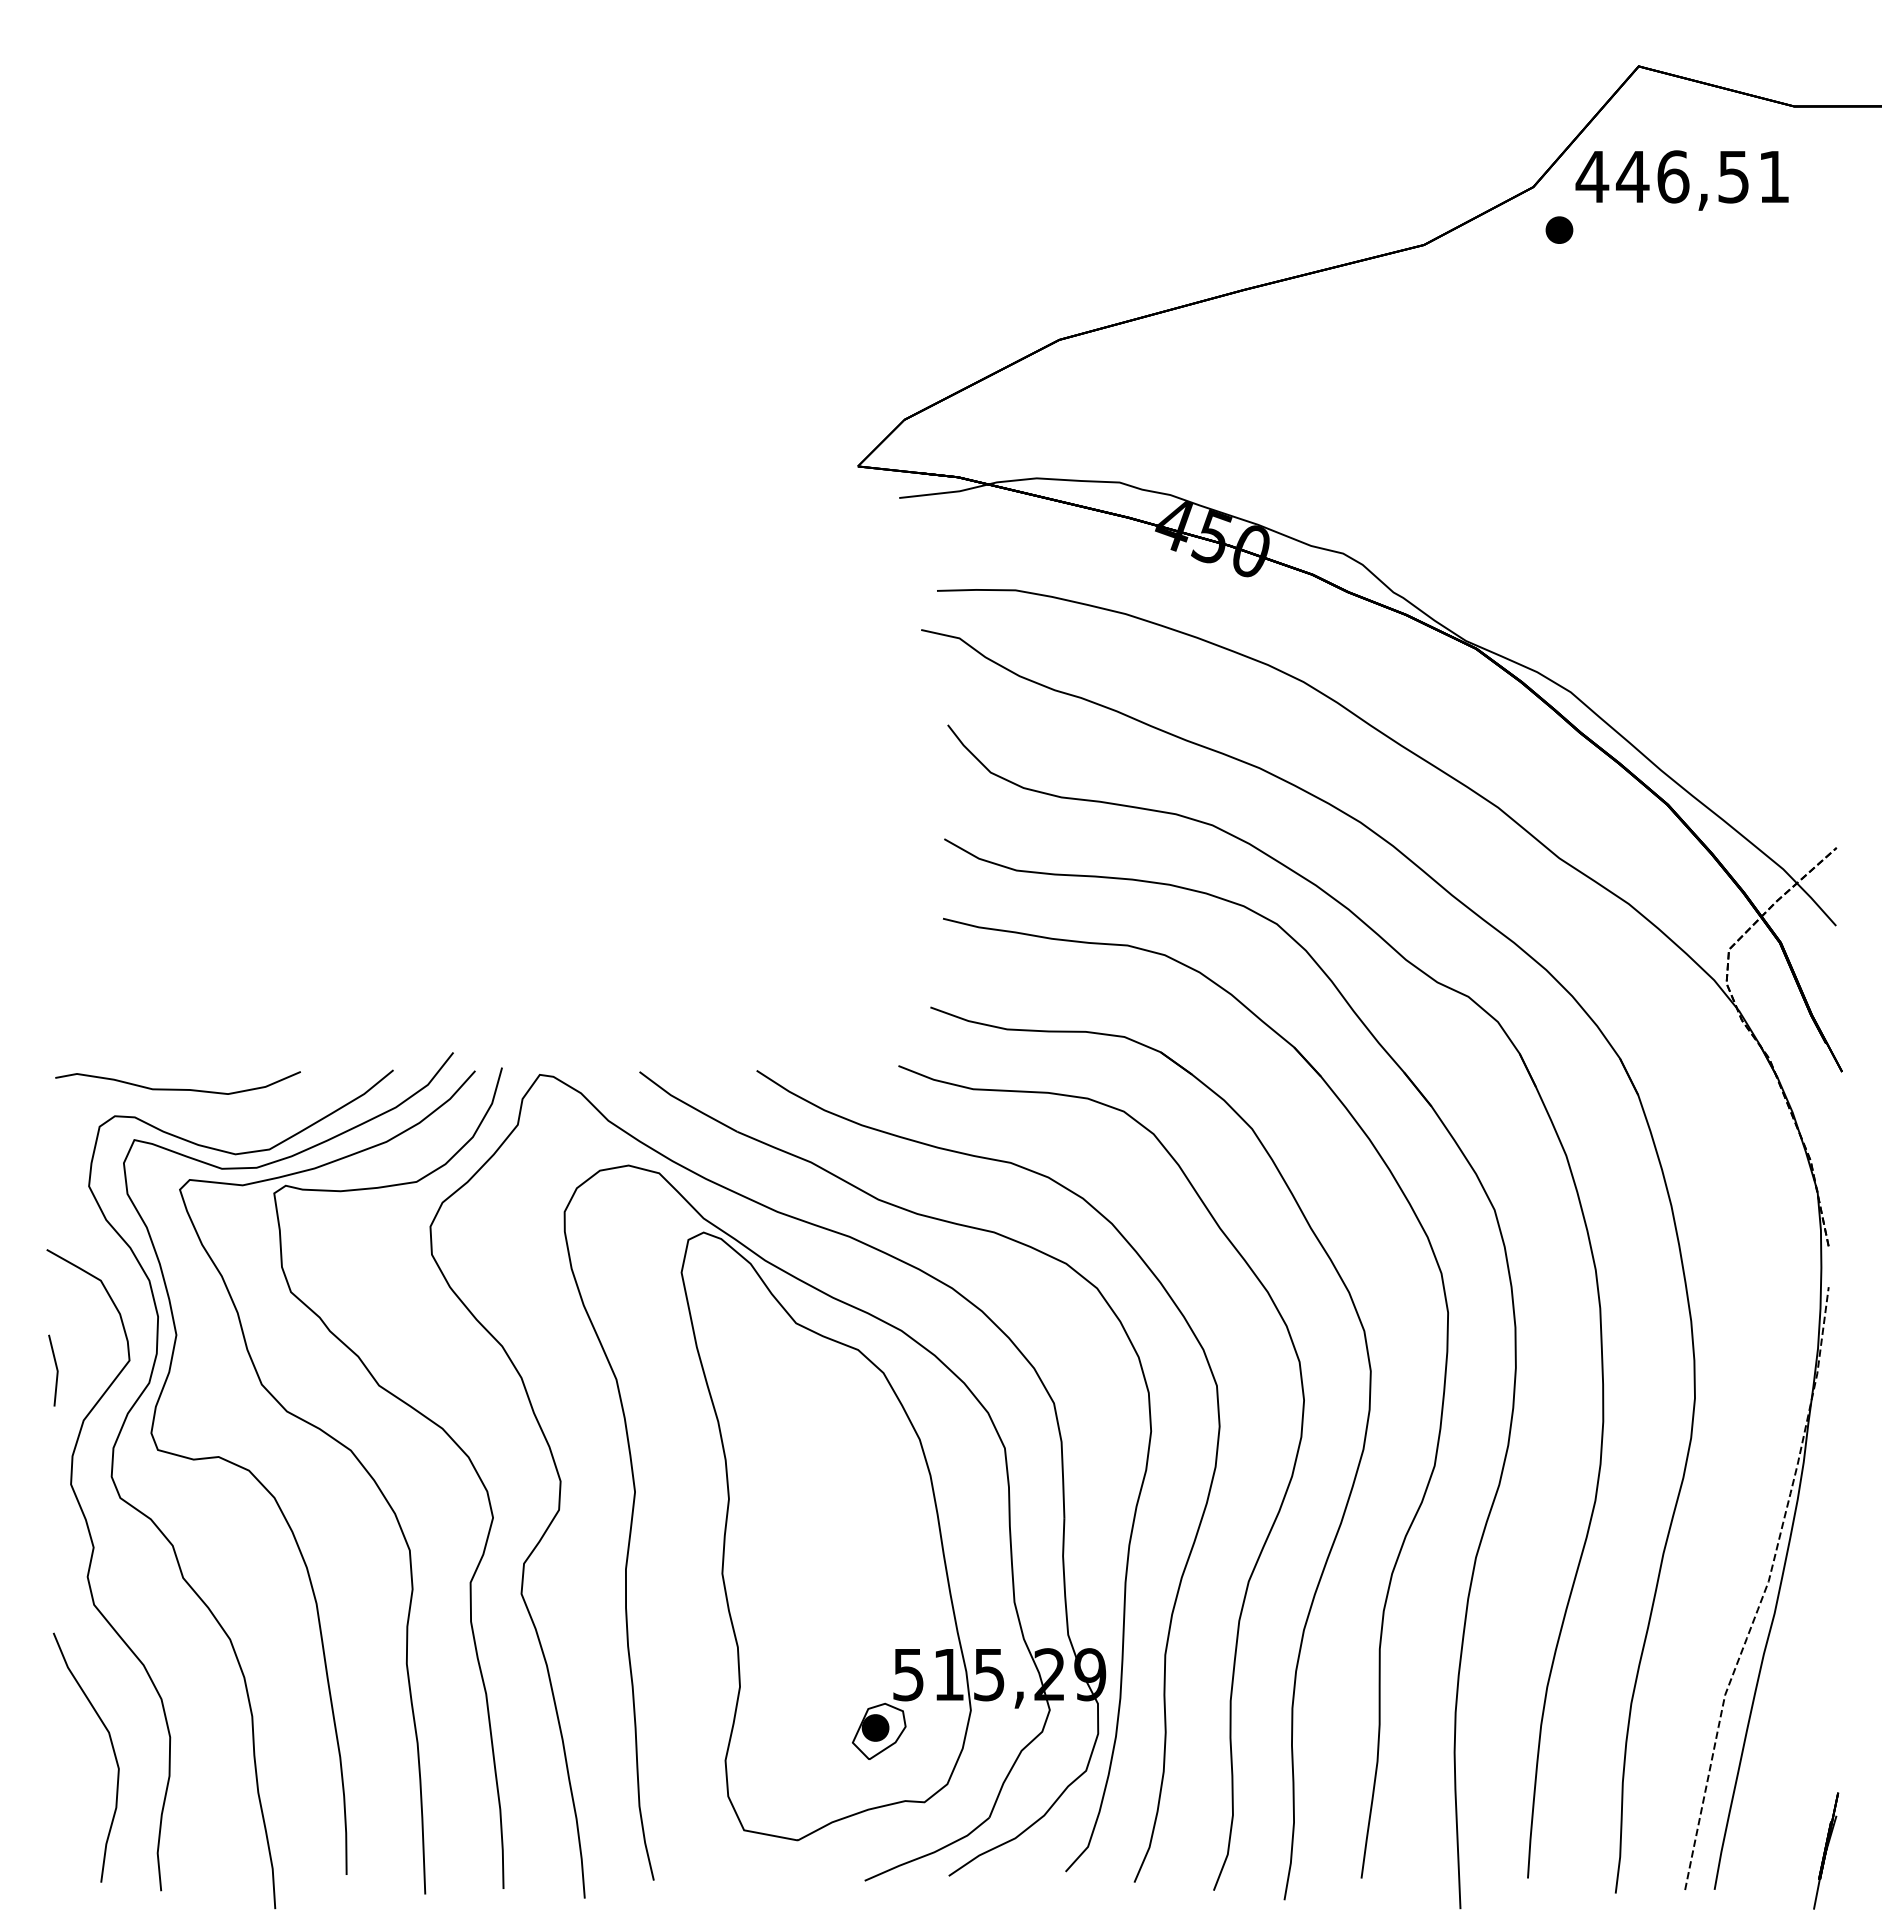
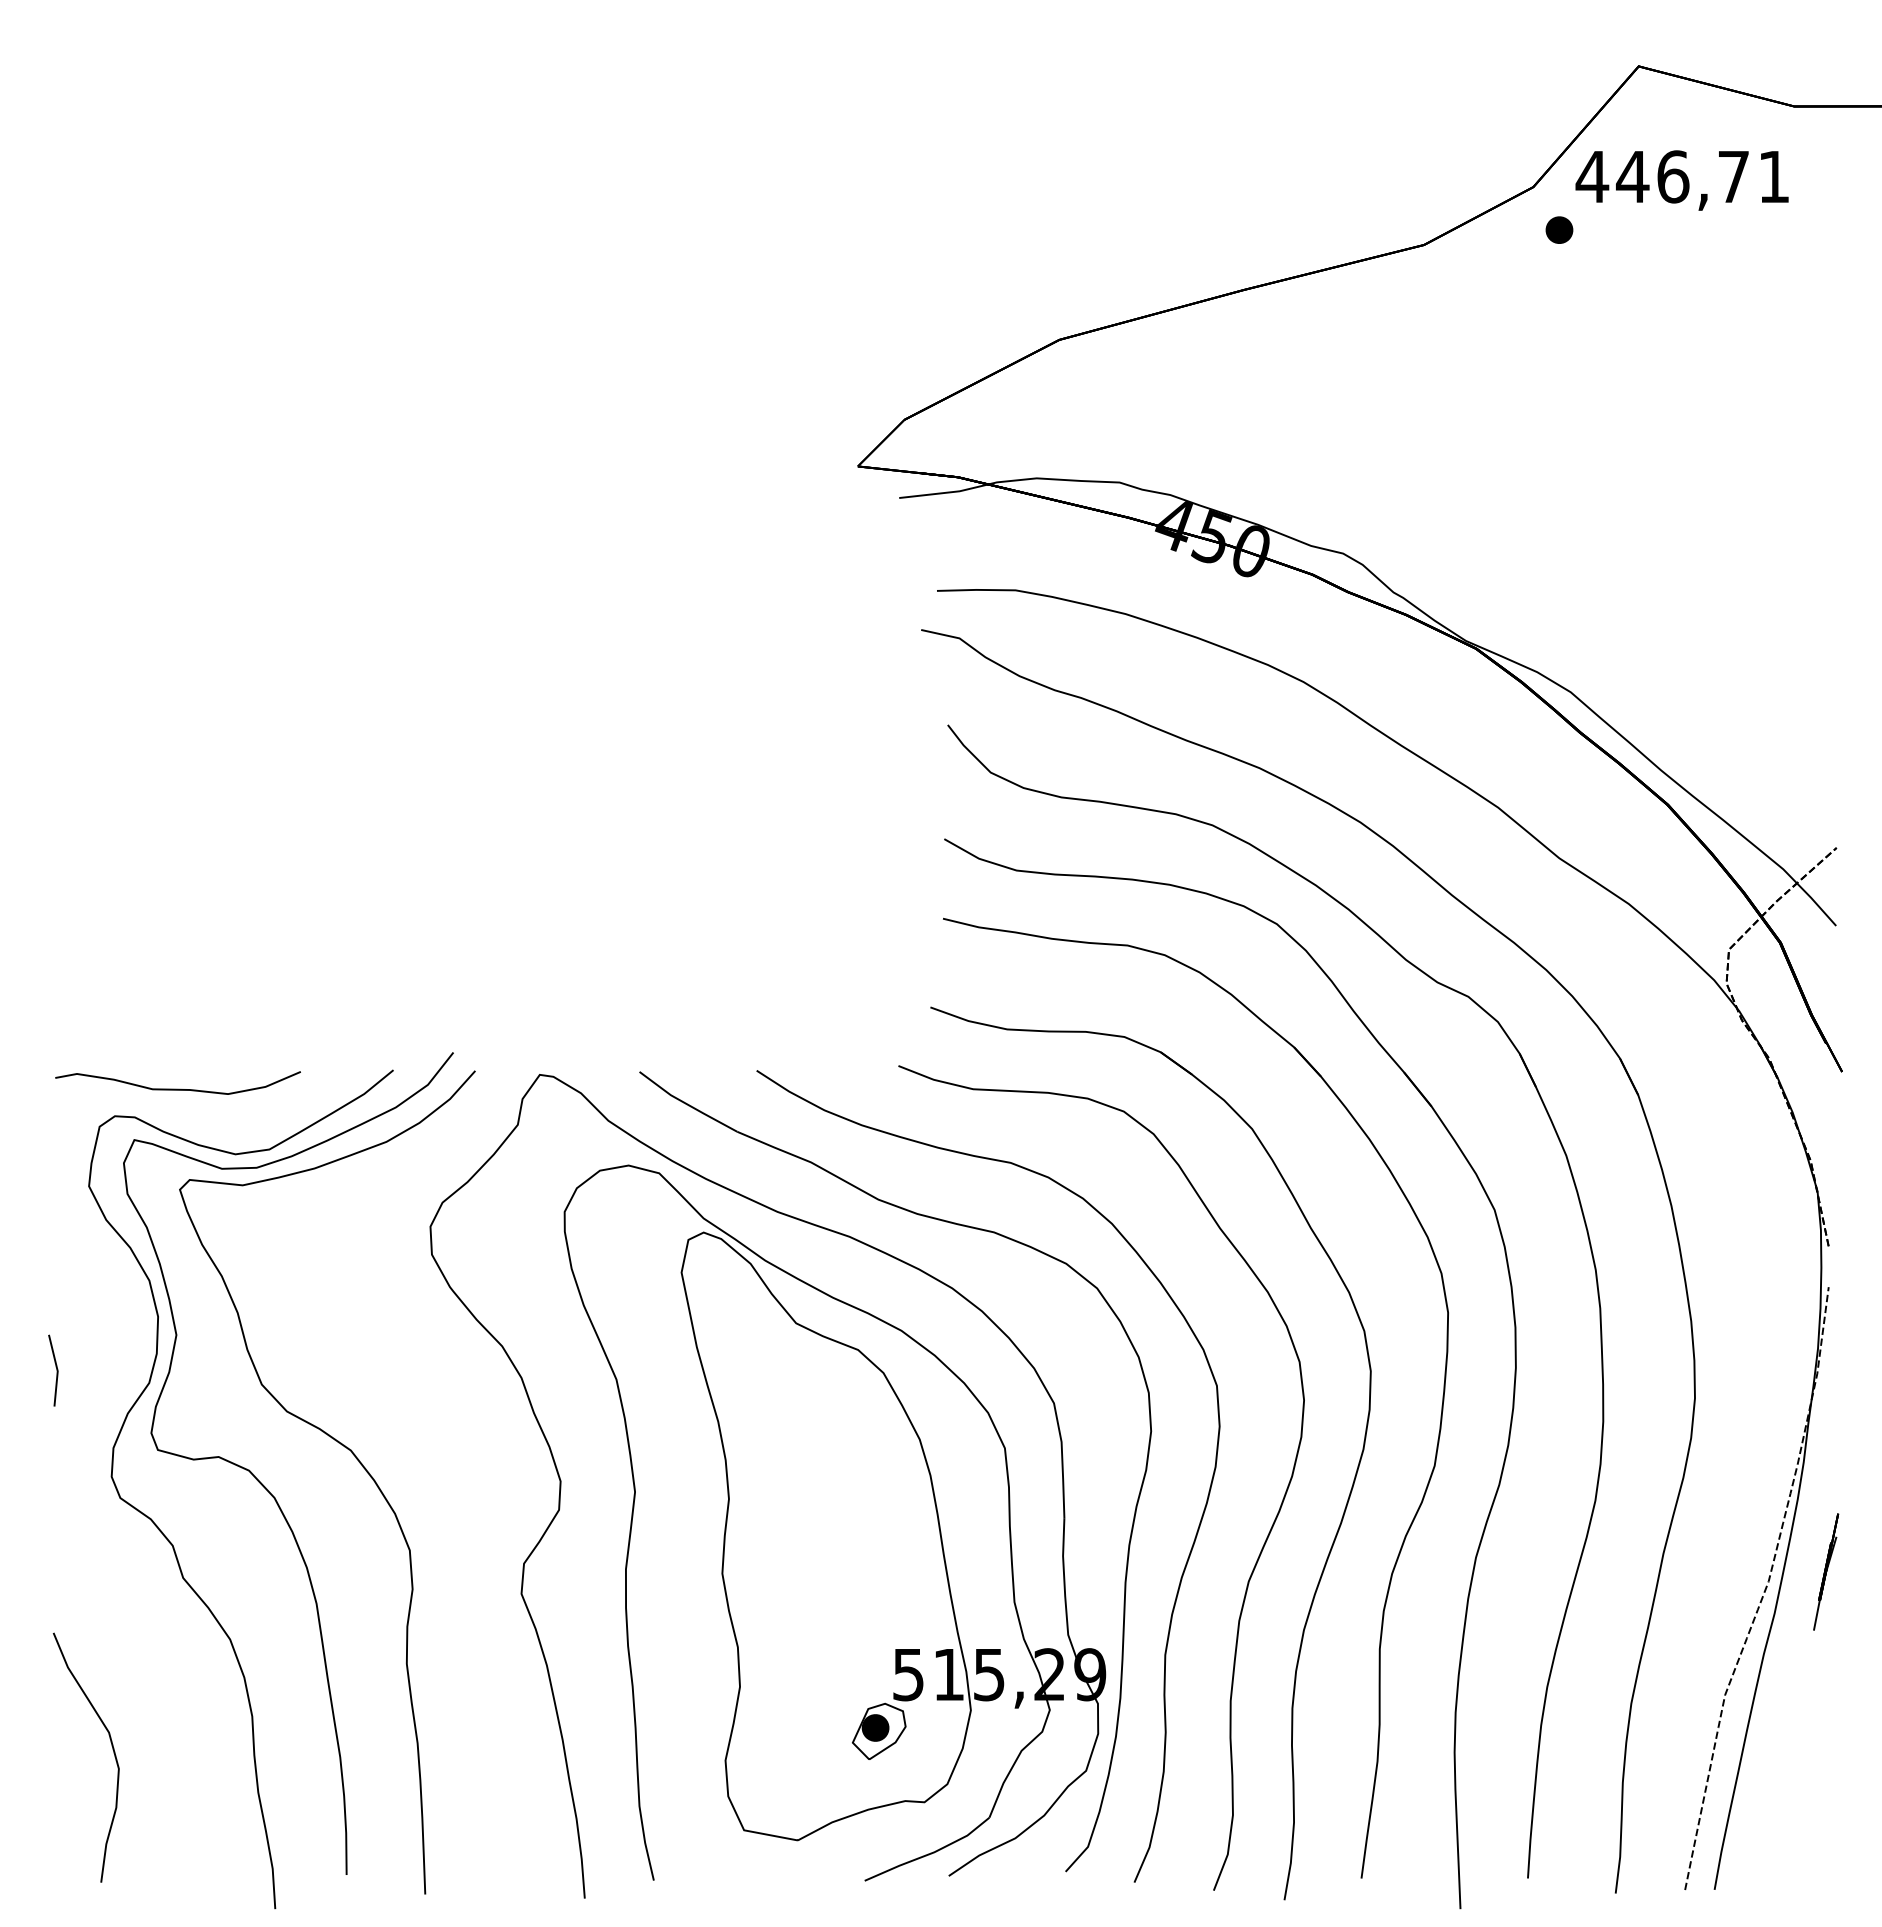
text at (1733, 177): 446,51 -> 446,71
curve at (428, 1420): present -> none
curve at (91, 1564): present -> none
part at (1826, 1850) position: (1826, 1850) -> (1826, 1571)
